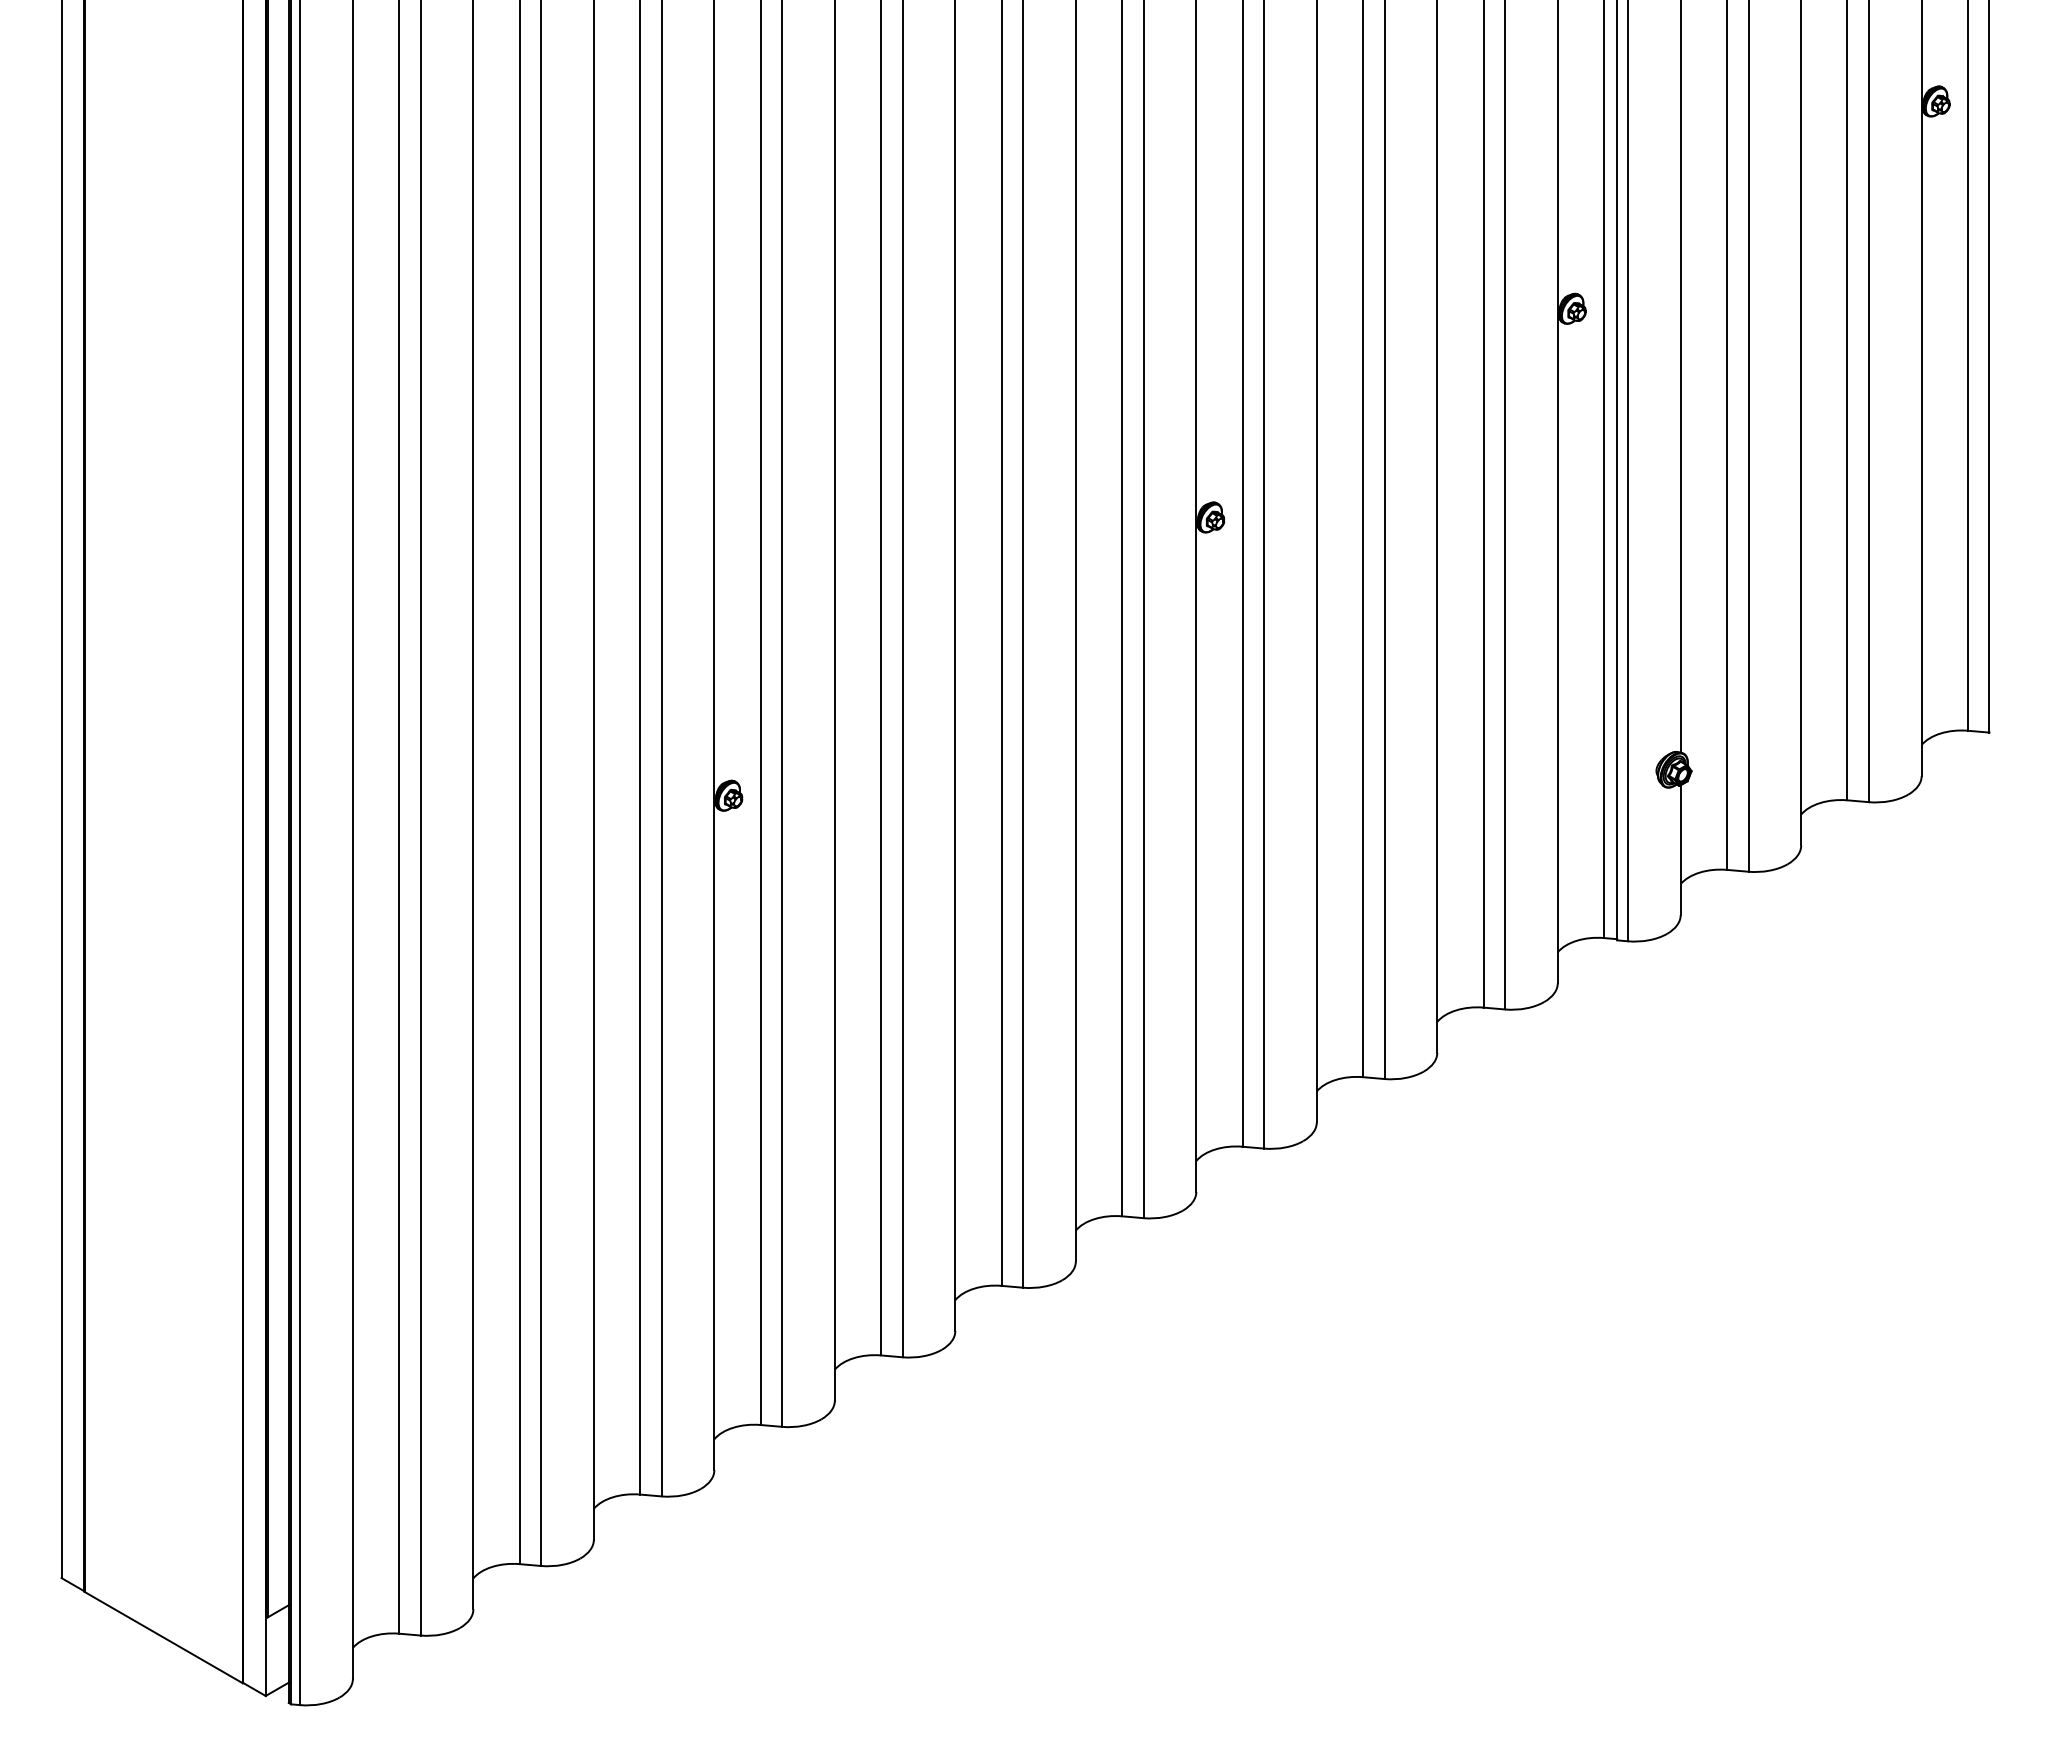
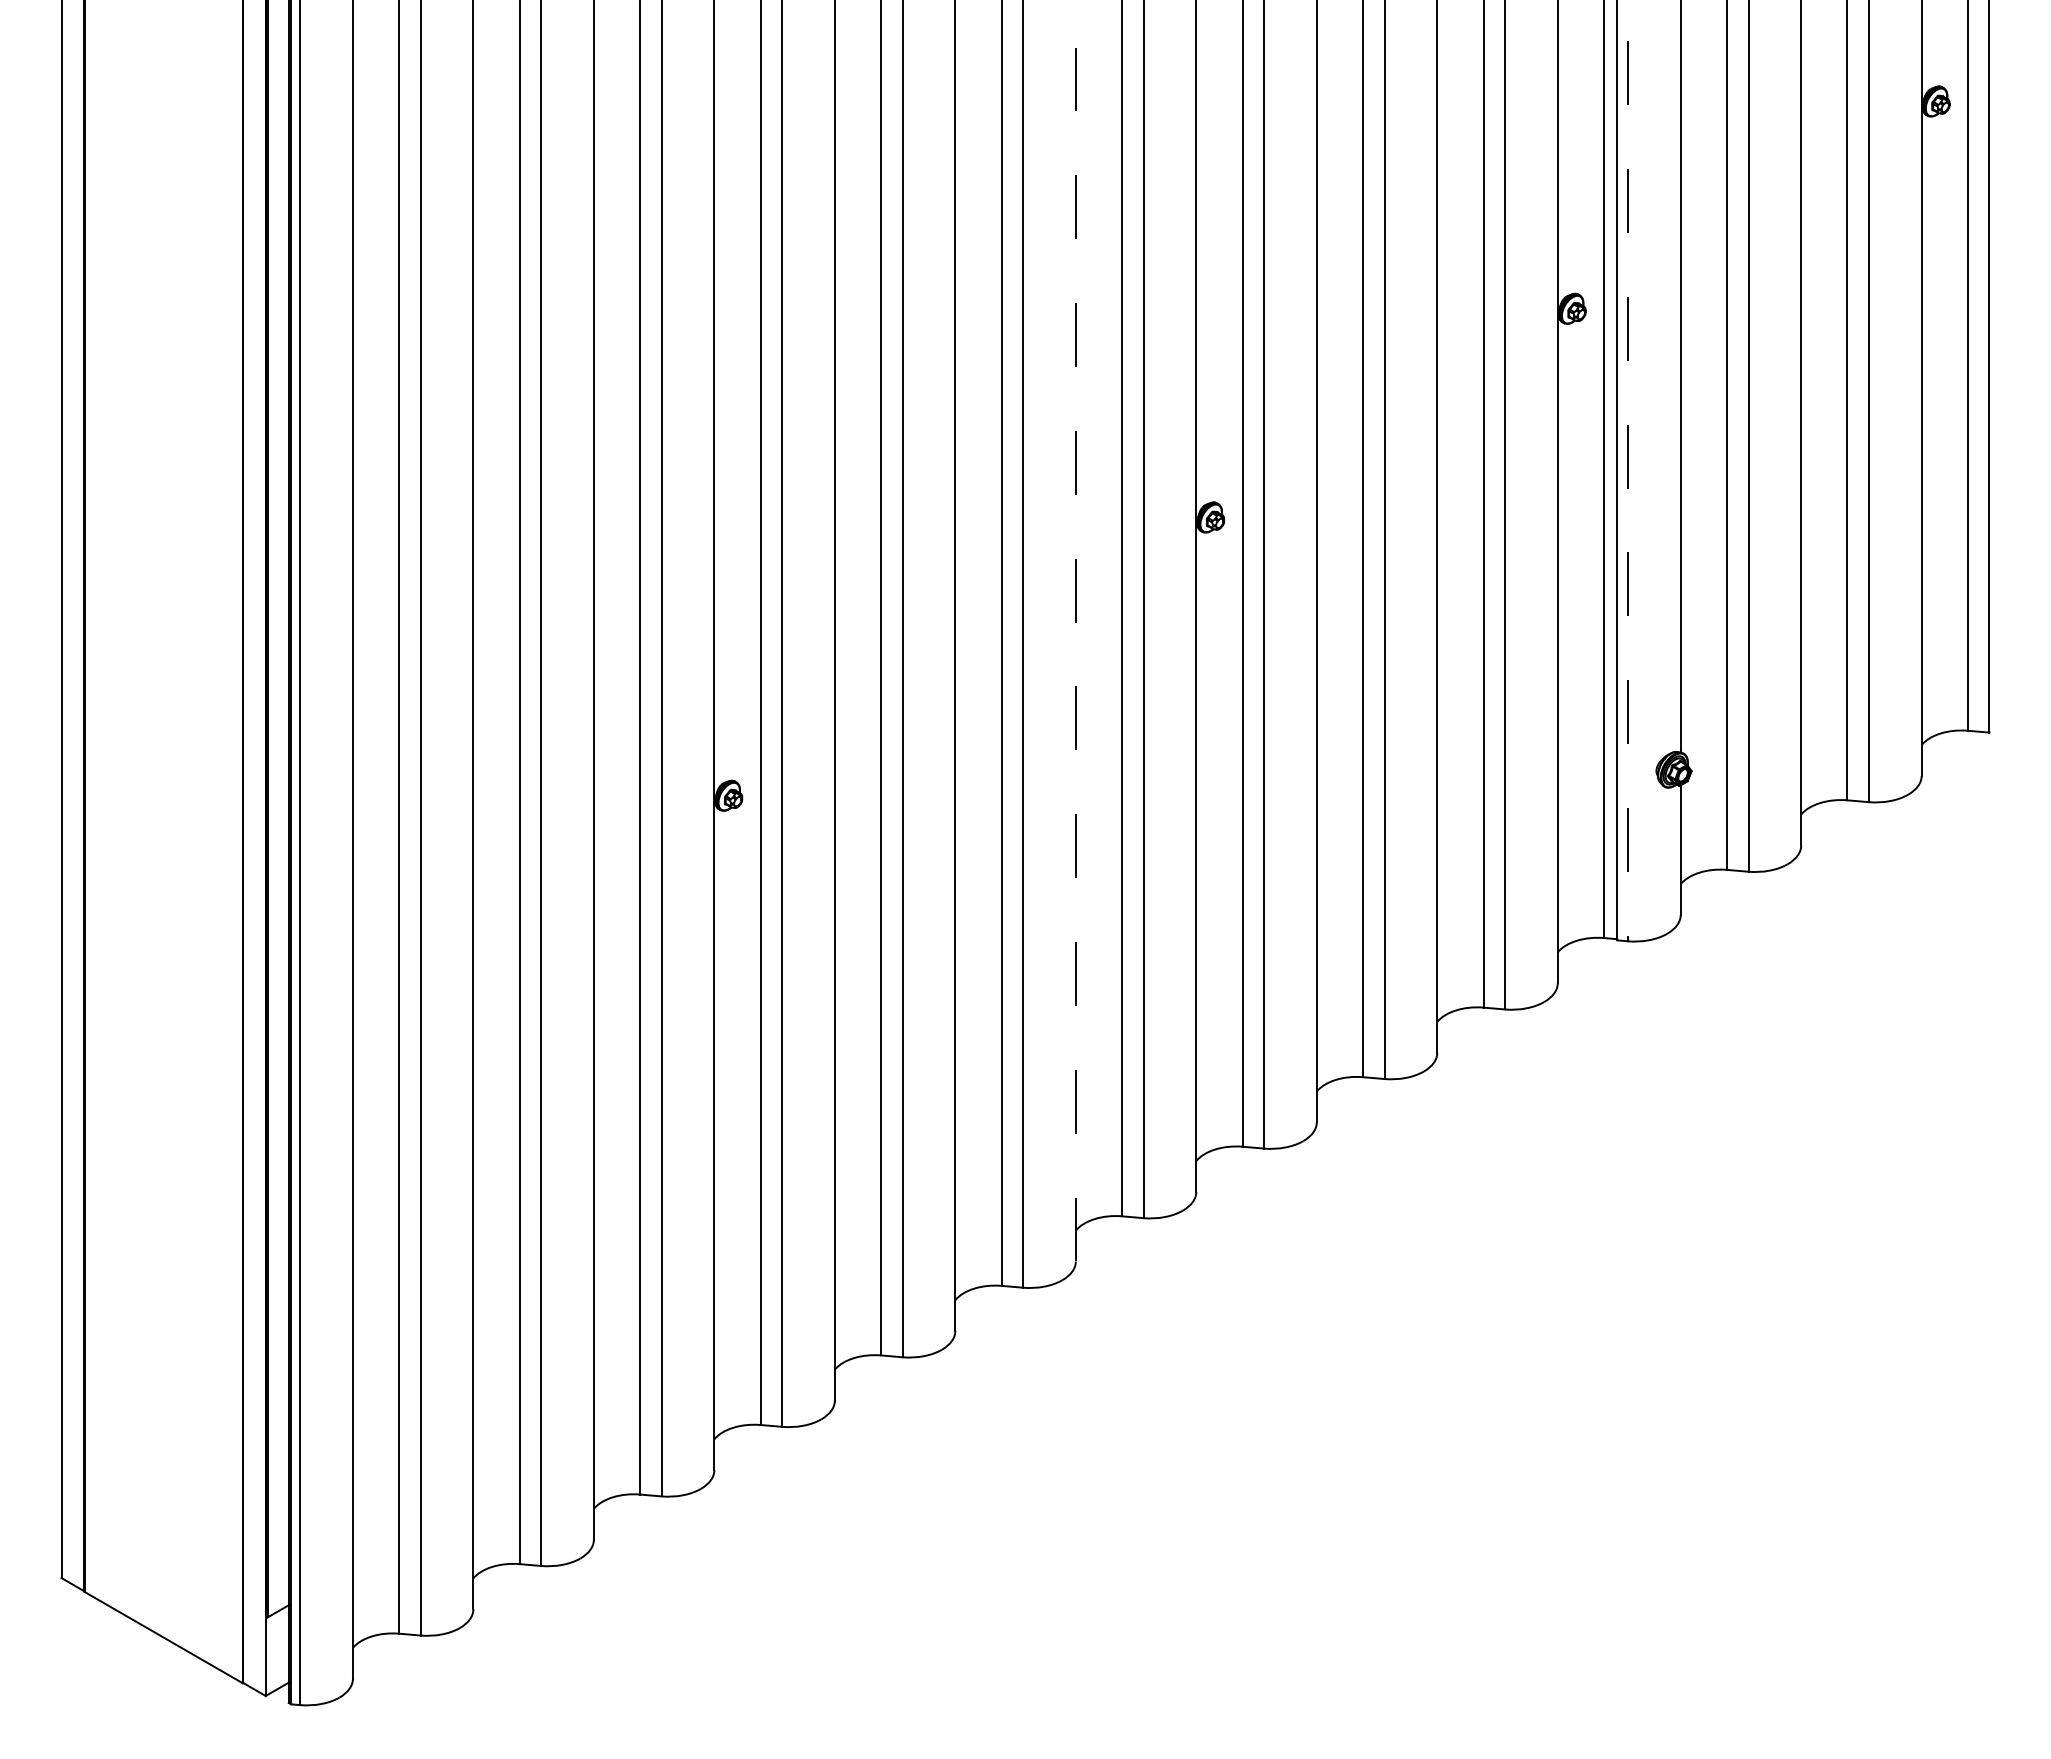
line at (1628, 471): solid -> dashed
line at (1075, 630): solid -> dashed
